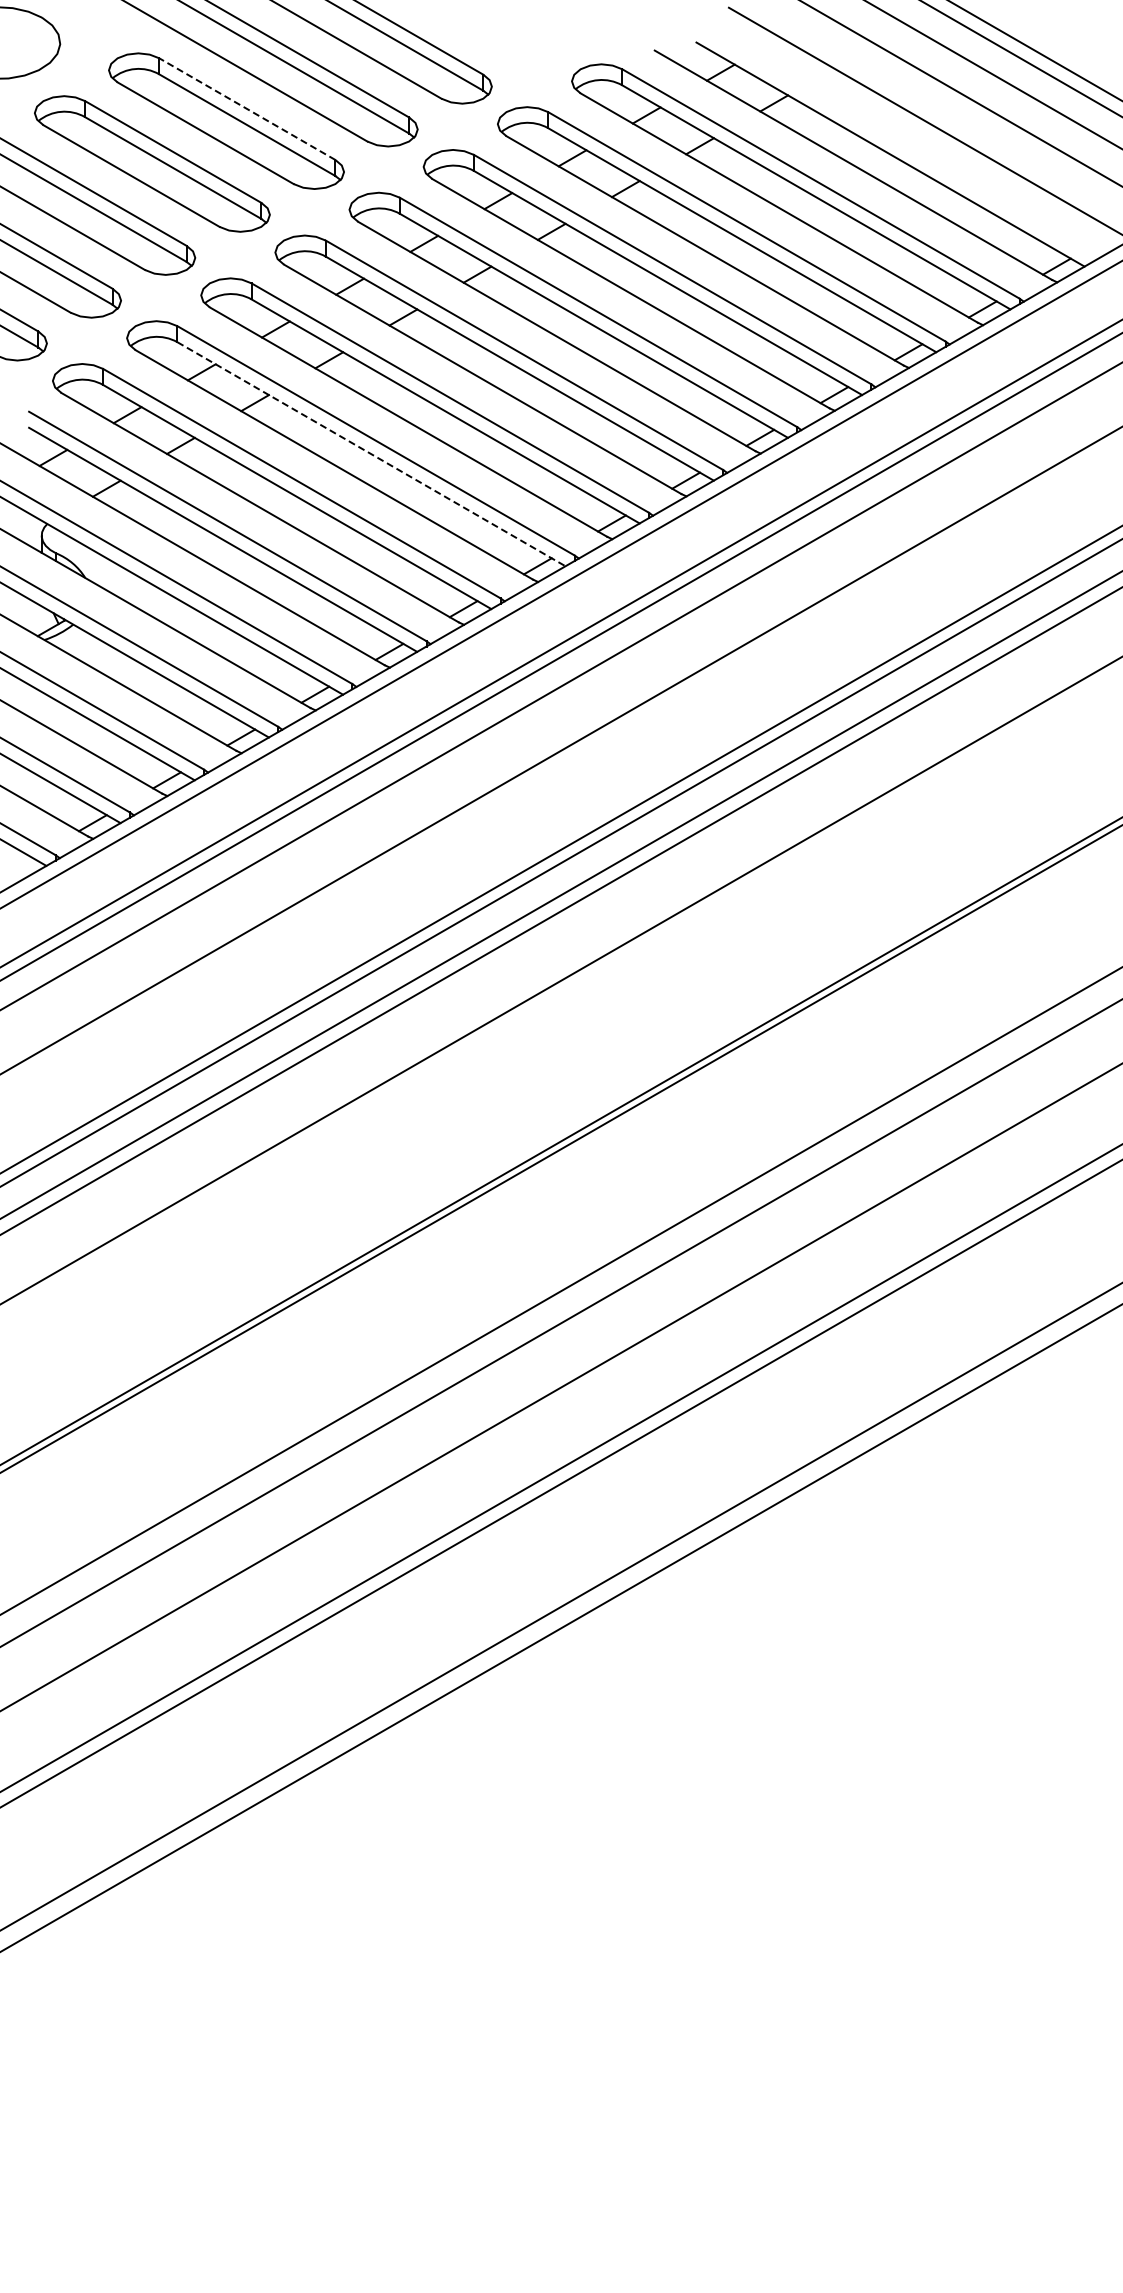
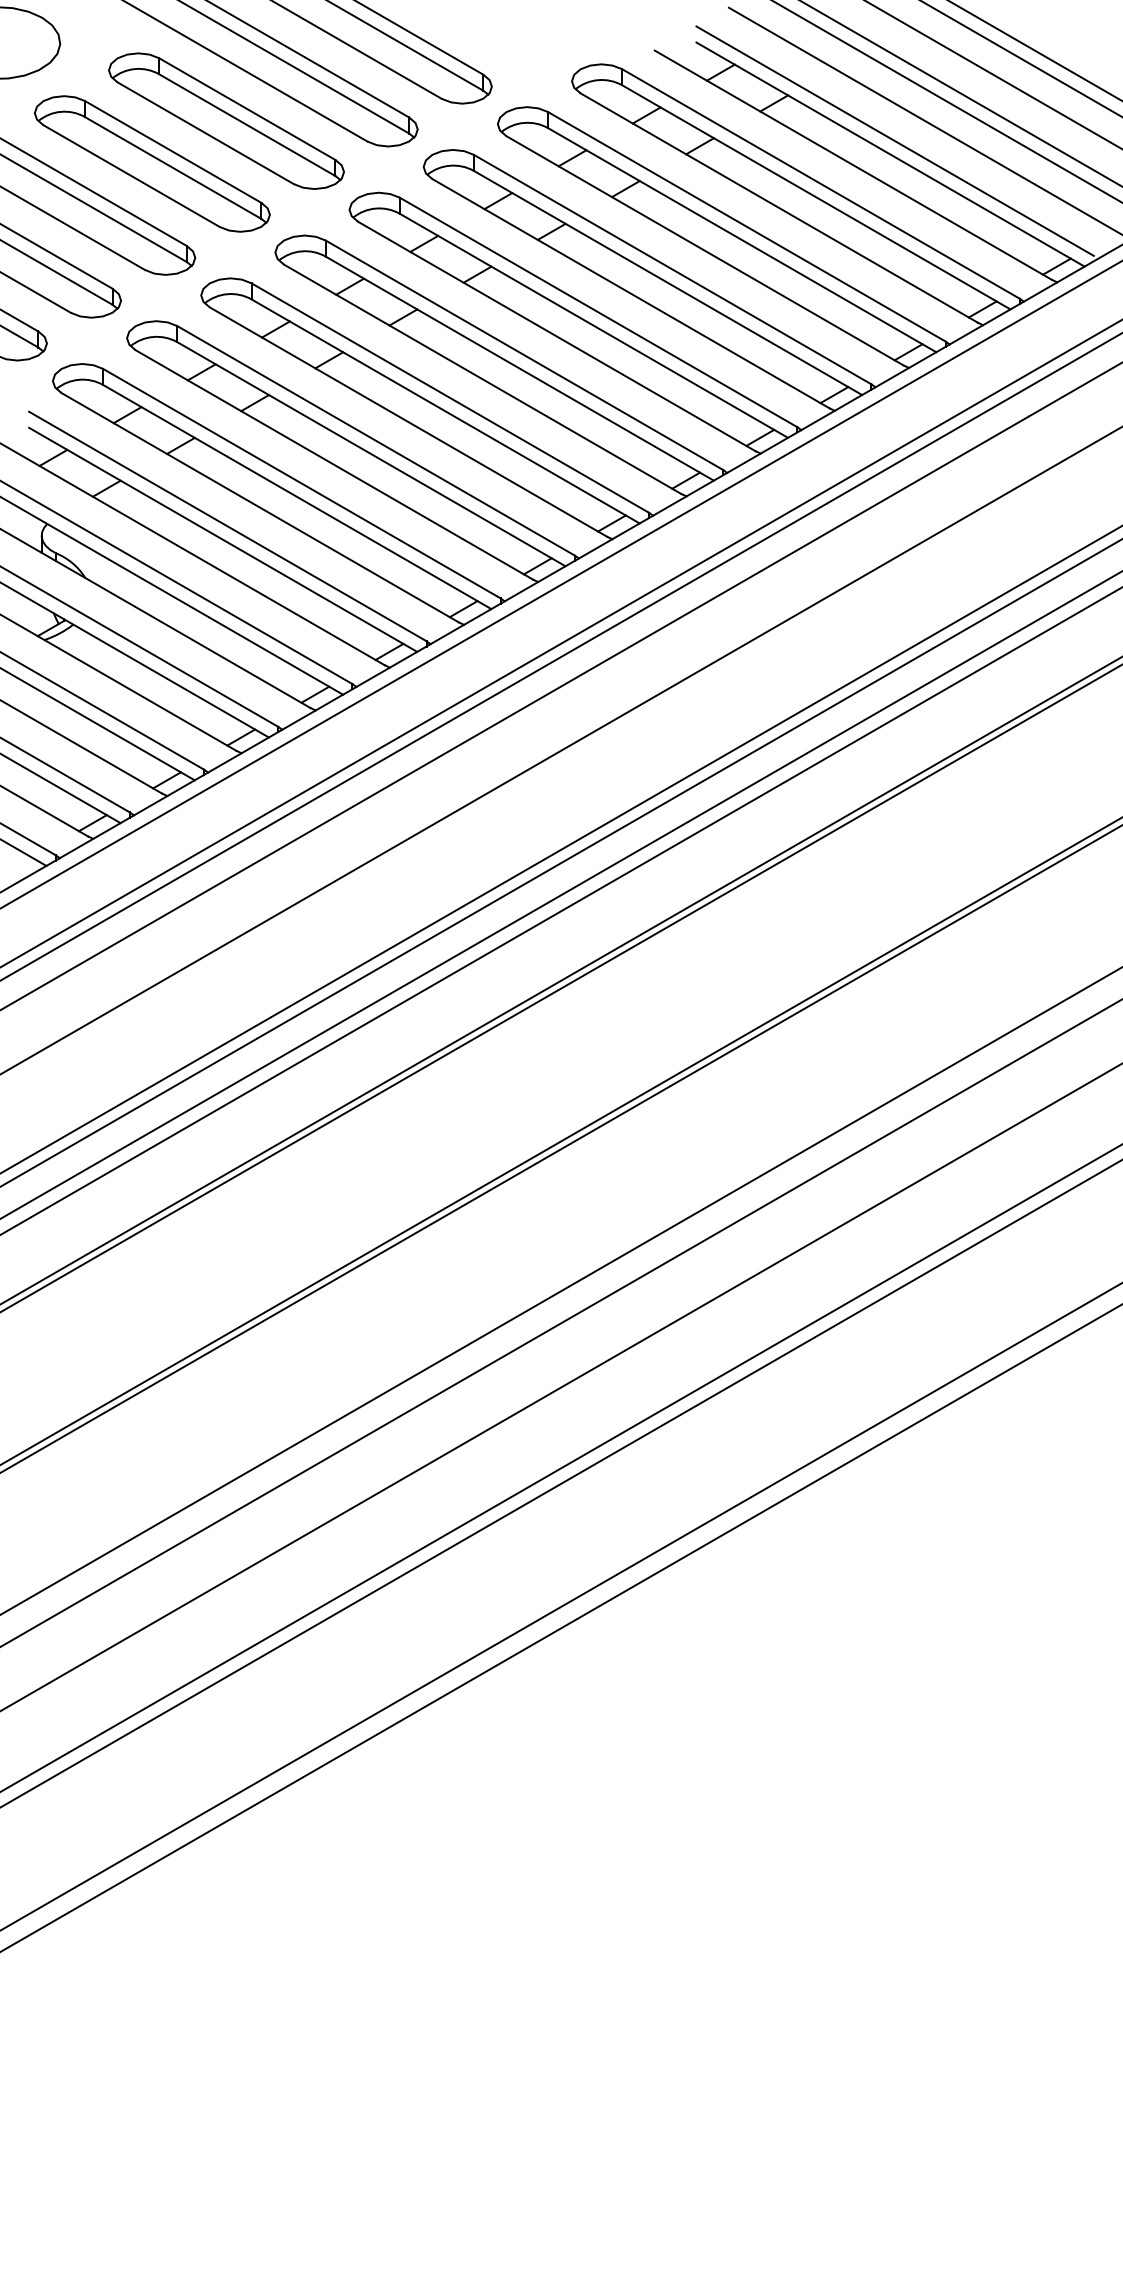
line at (946, 101): none -> present
line at (247, 109): dashed -> solid
line at (894, 140): none -> present
line at (371, 454): dashed -> solid
line at (560, 988): none -> present
